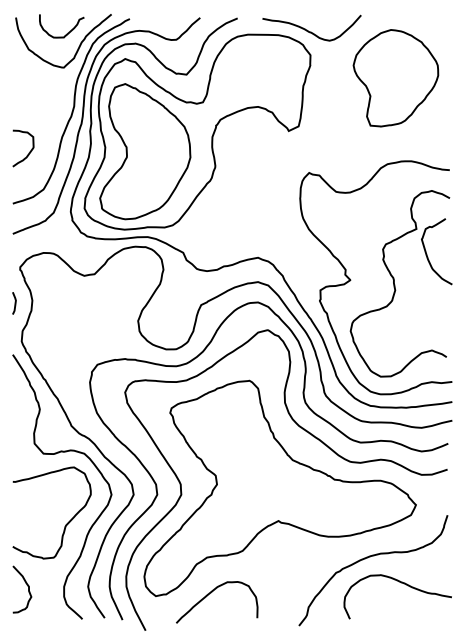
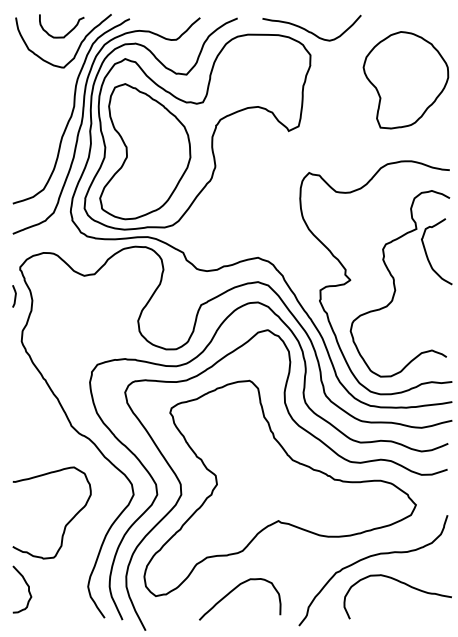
part at (395, 78) position: (395, 78) -> (405, 80)
curve at (29, 151): present -> none
line at (14, 303) position: (14, 303) -> (14, 296)
curve at (56, 454): present -> none
curve at (211, 593) position: (211, 593) -> (234, 590)
